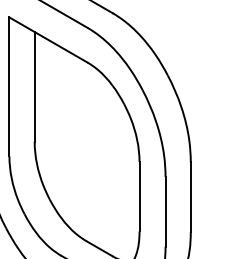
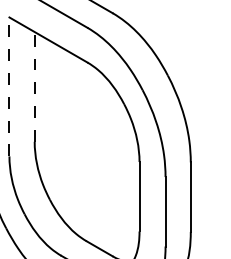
line at (9, 86): solid -> dashed
line at (34, 86): solid -> dashed
